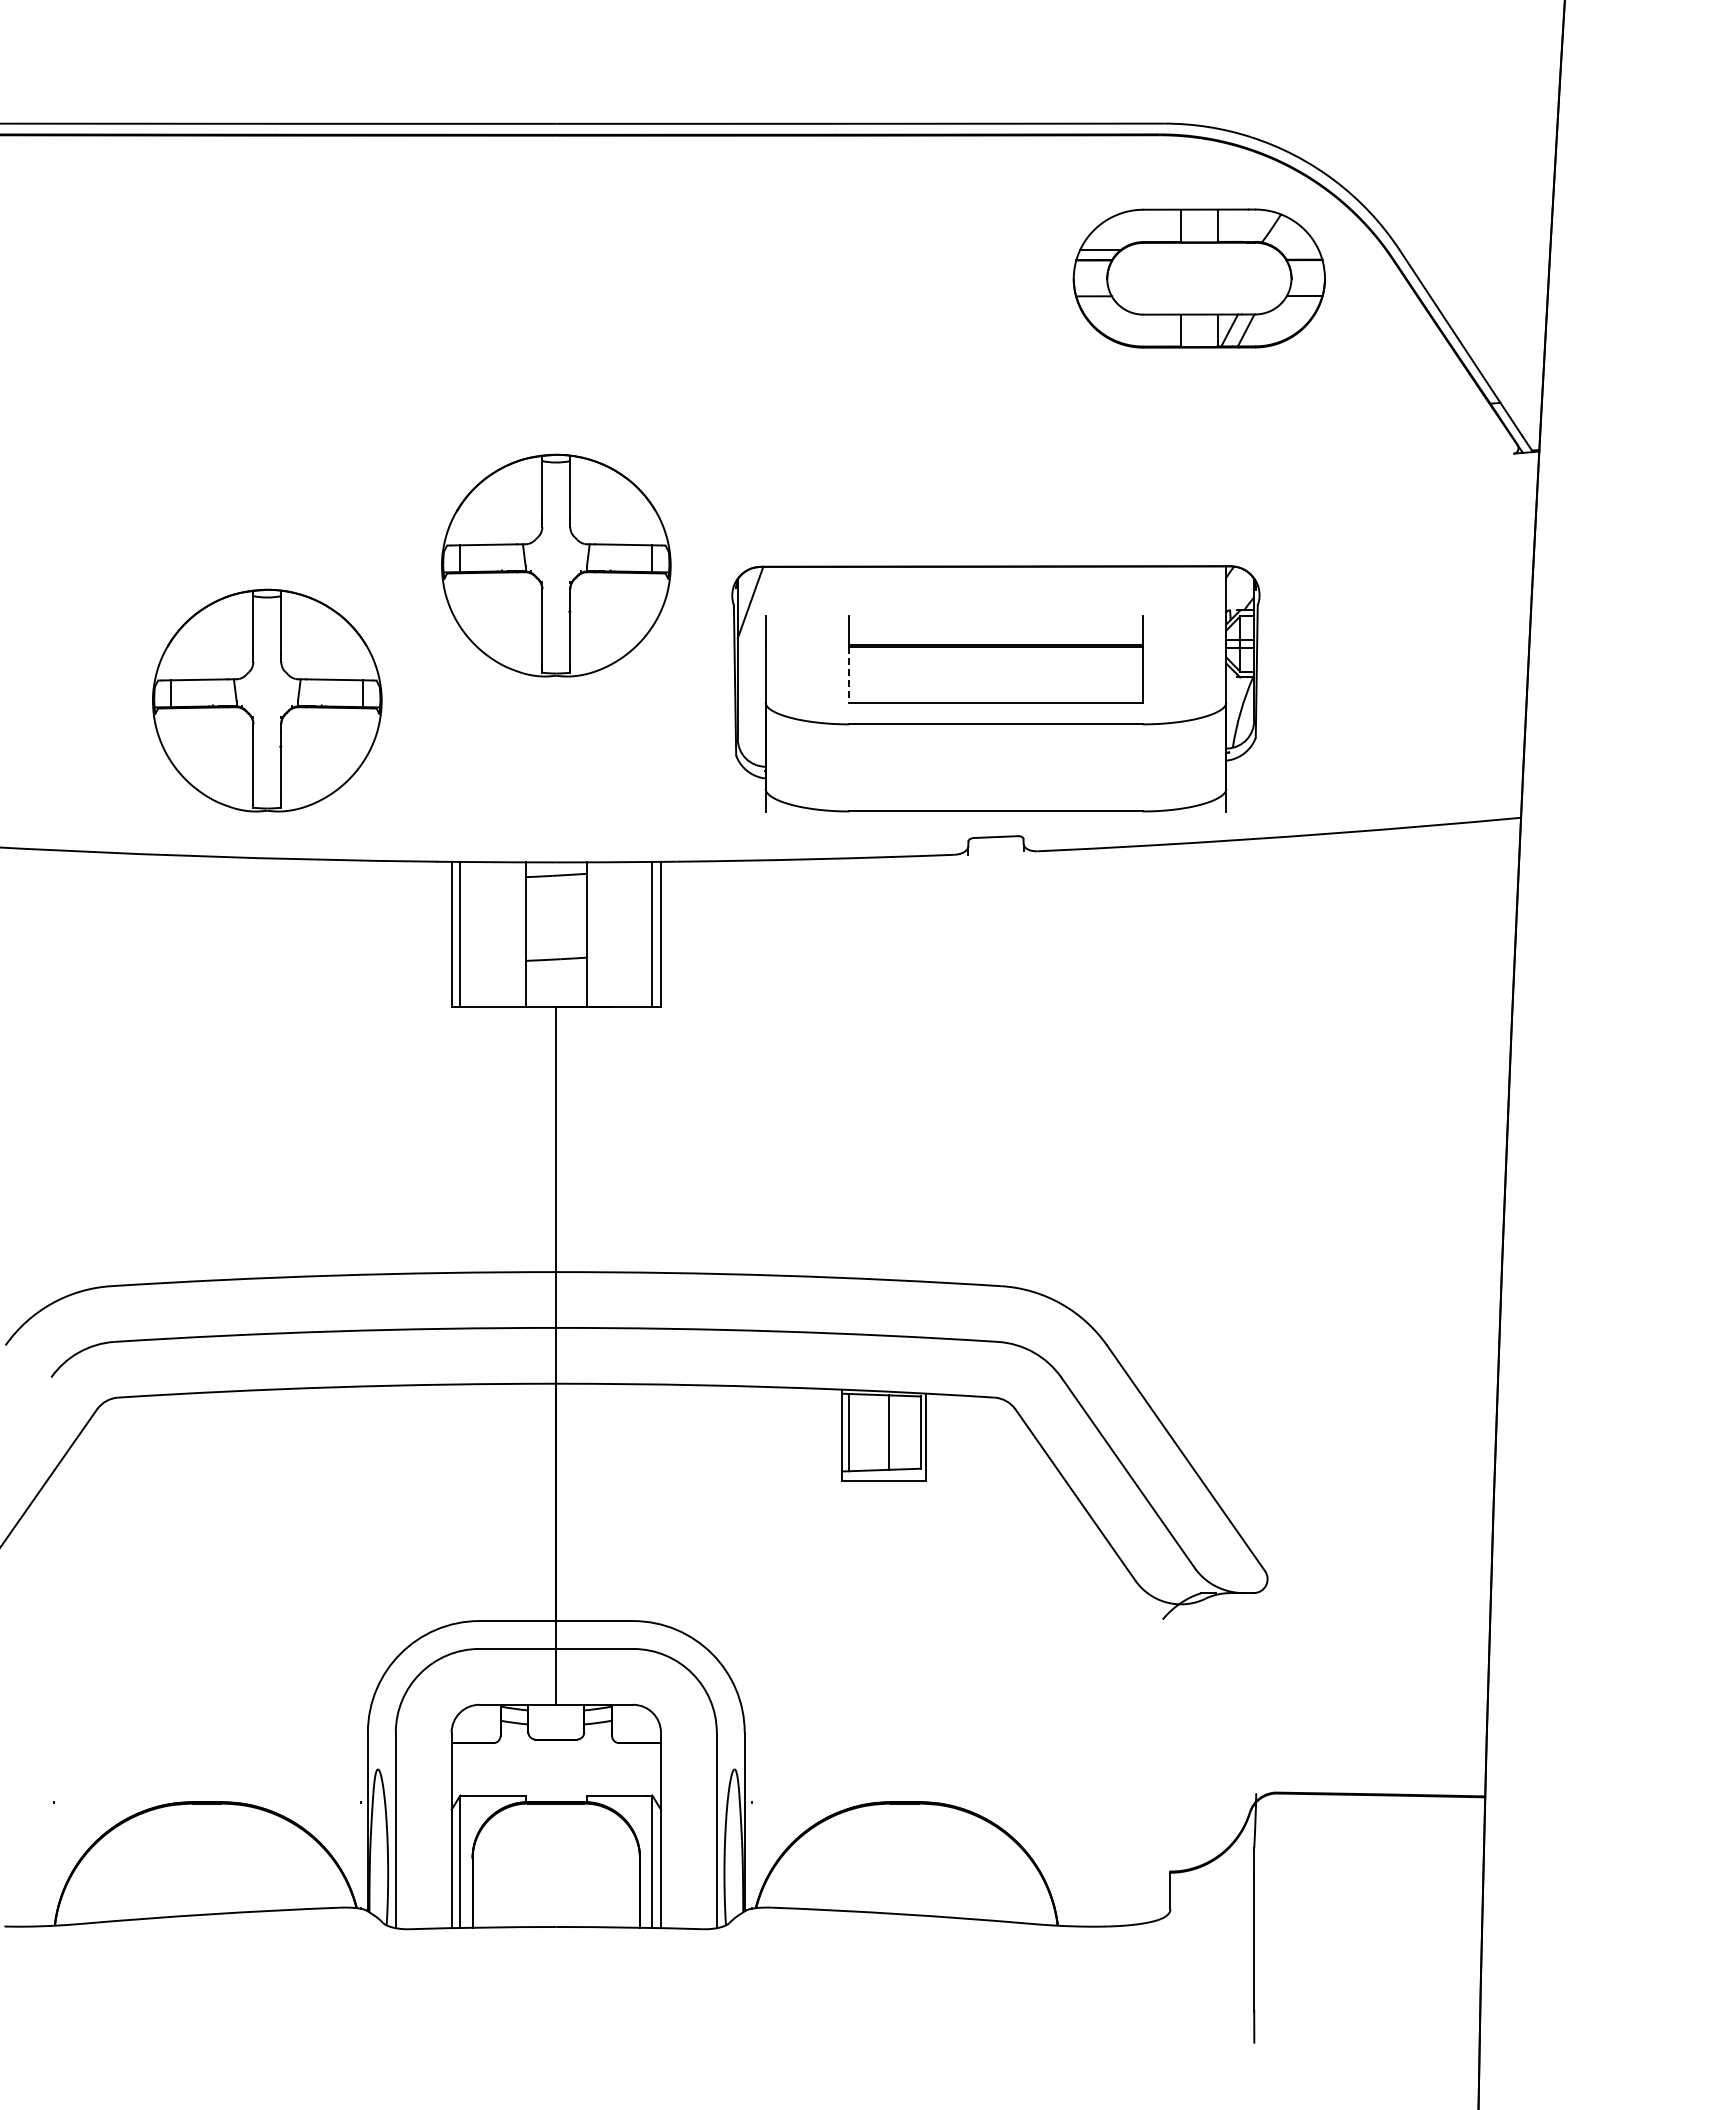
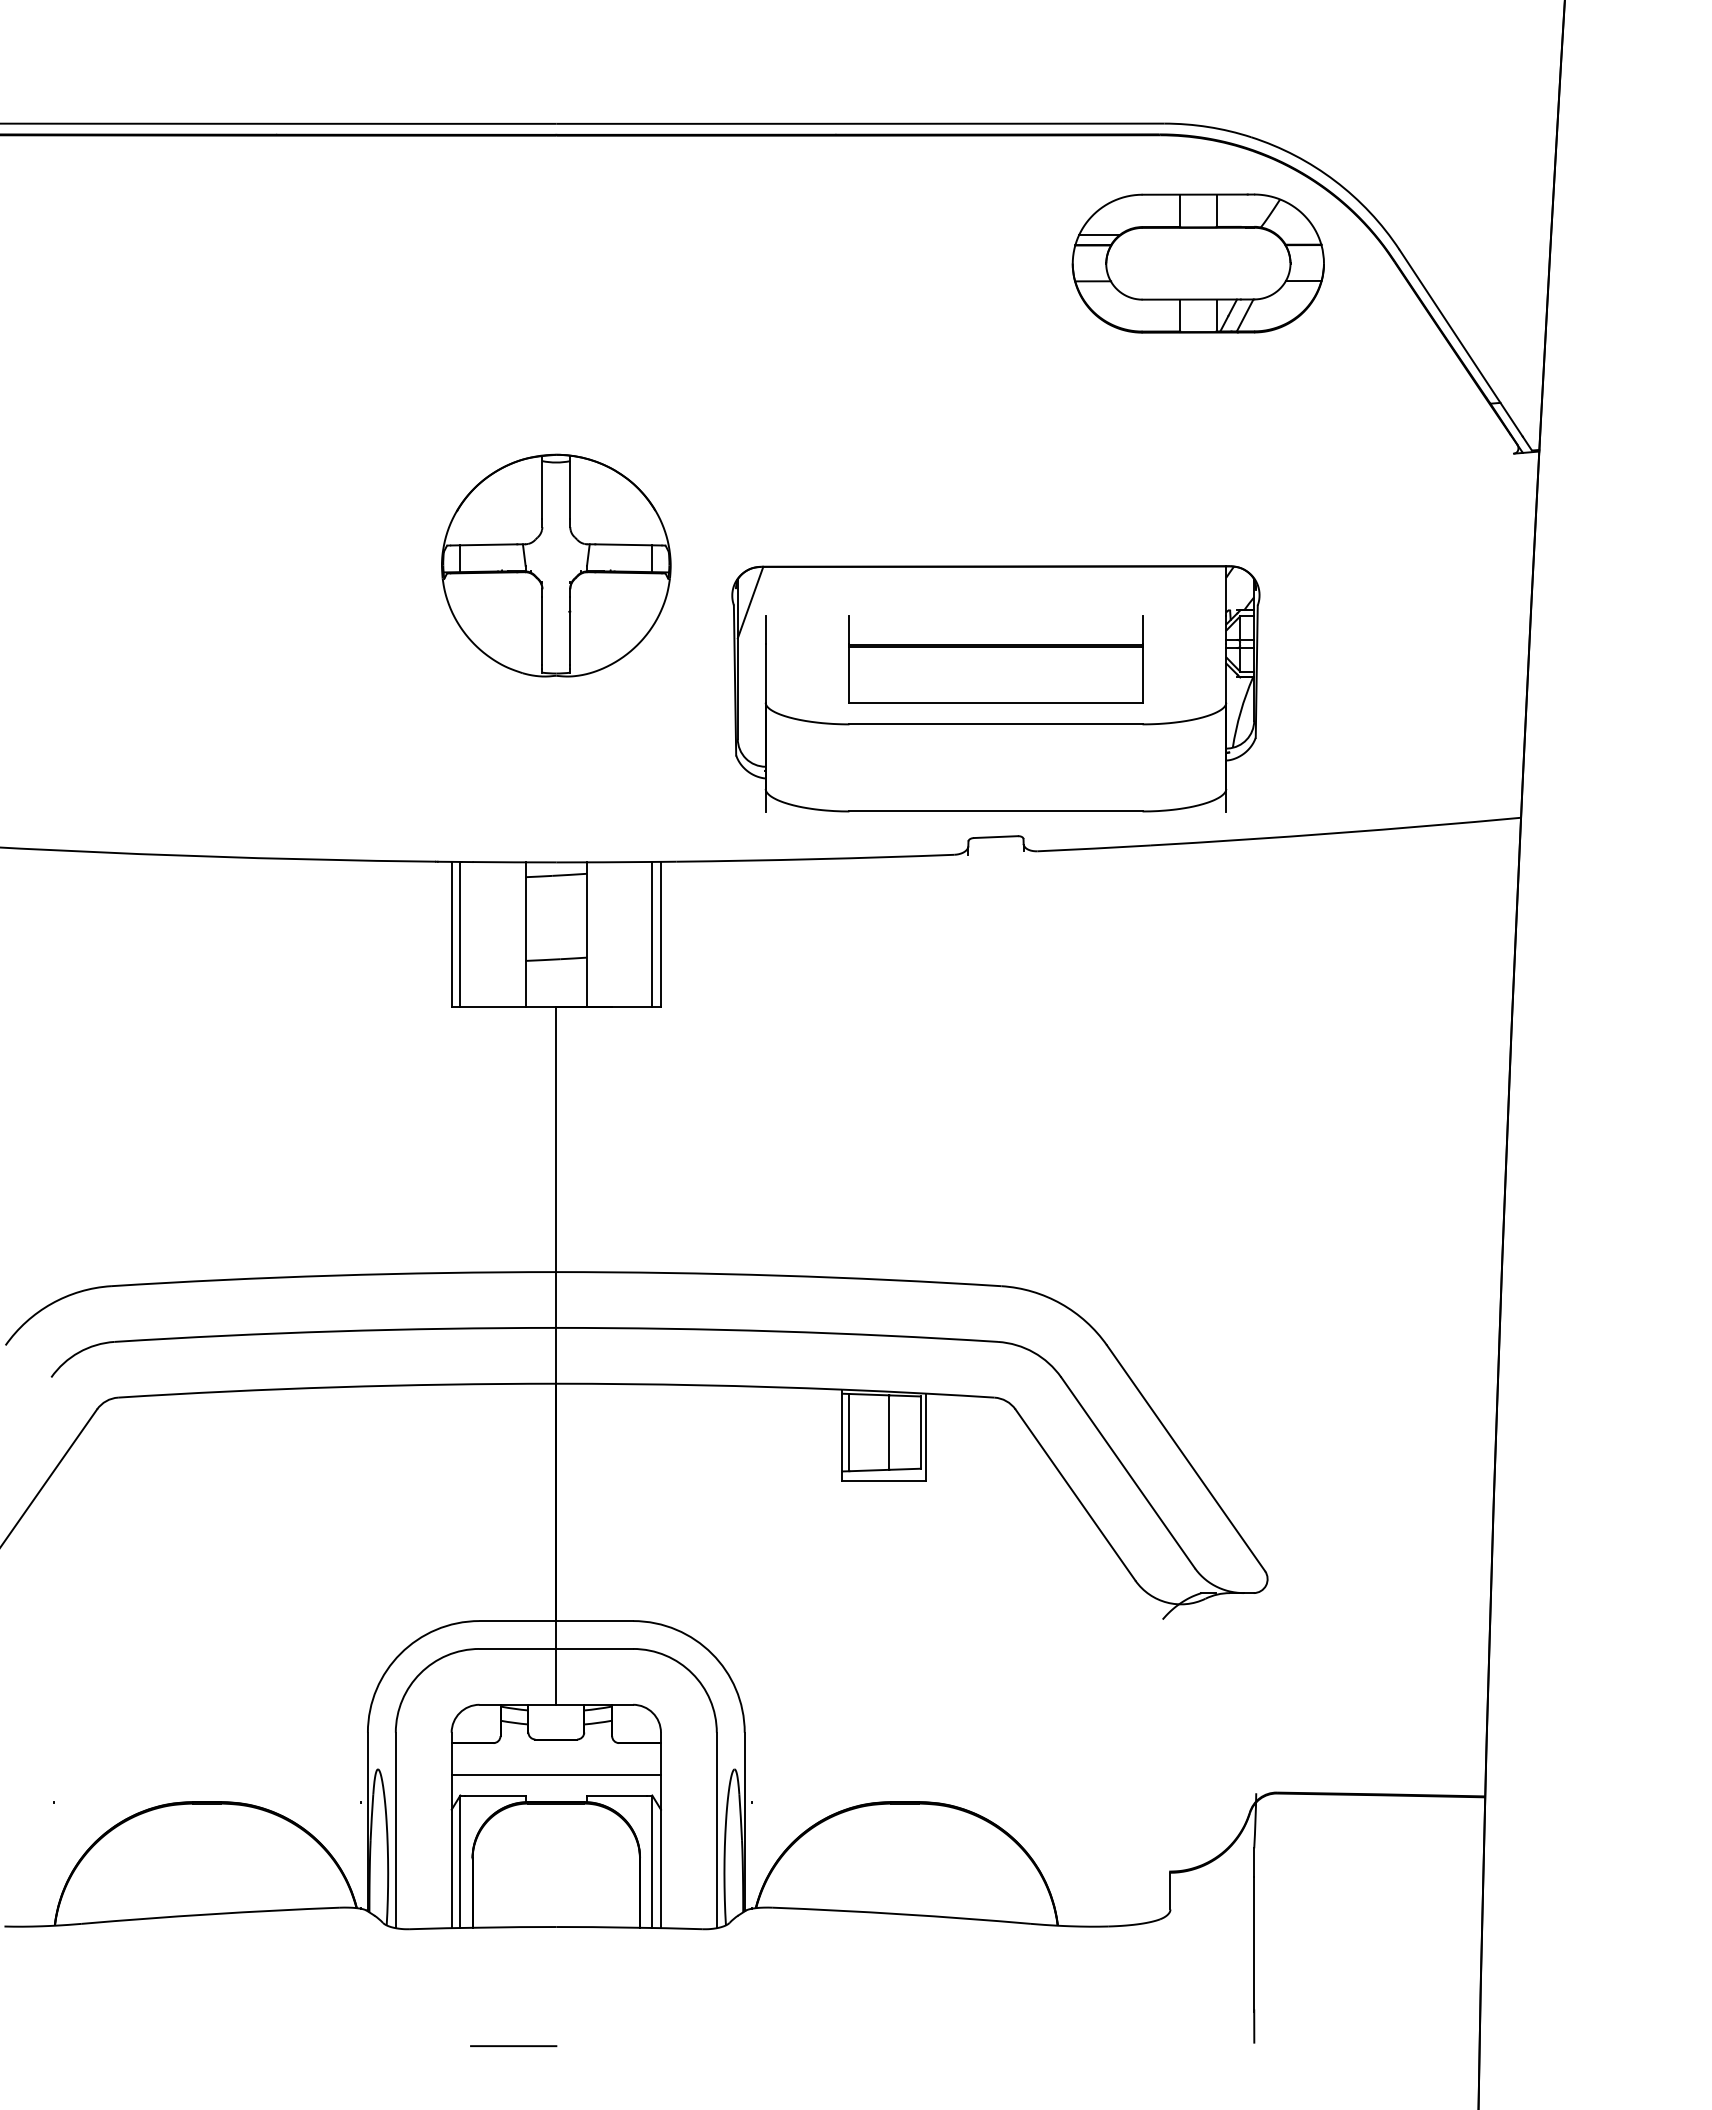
part at (1198, 278) position: (1198, 278) -> (1197, 263)
line at (849, 674): dashed -> solid
part at (267, 700): present -> none
line at (556, 1774): none -> present
line at (513, 2046): none -> present
